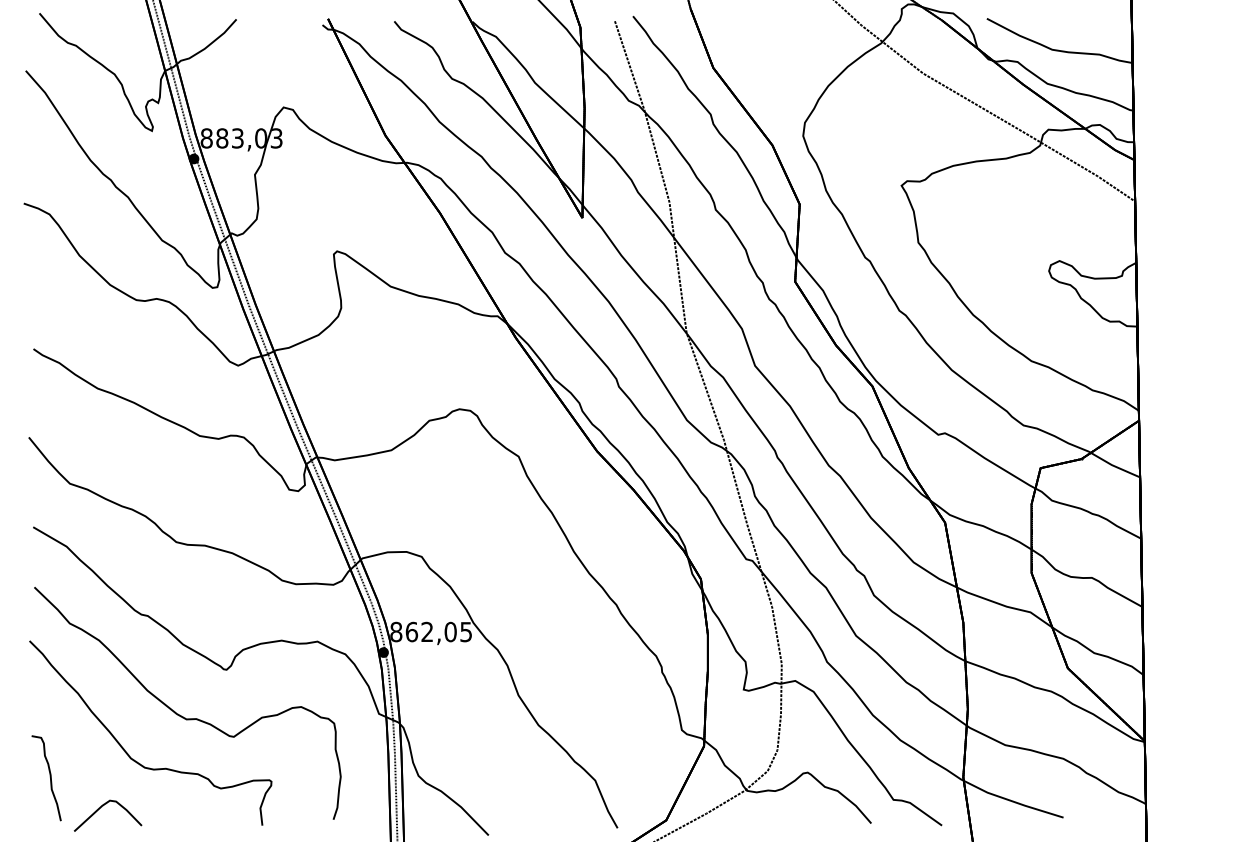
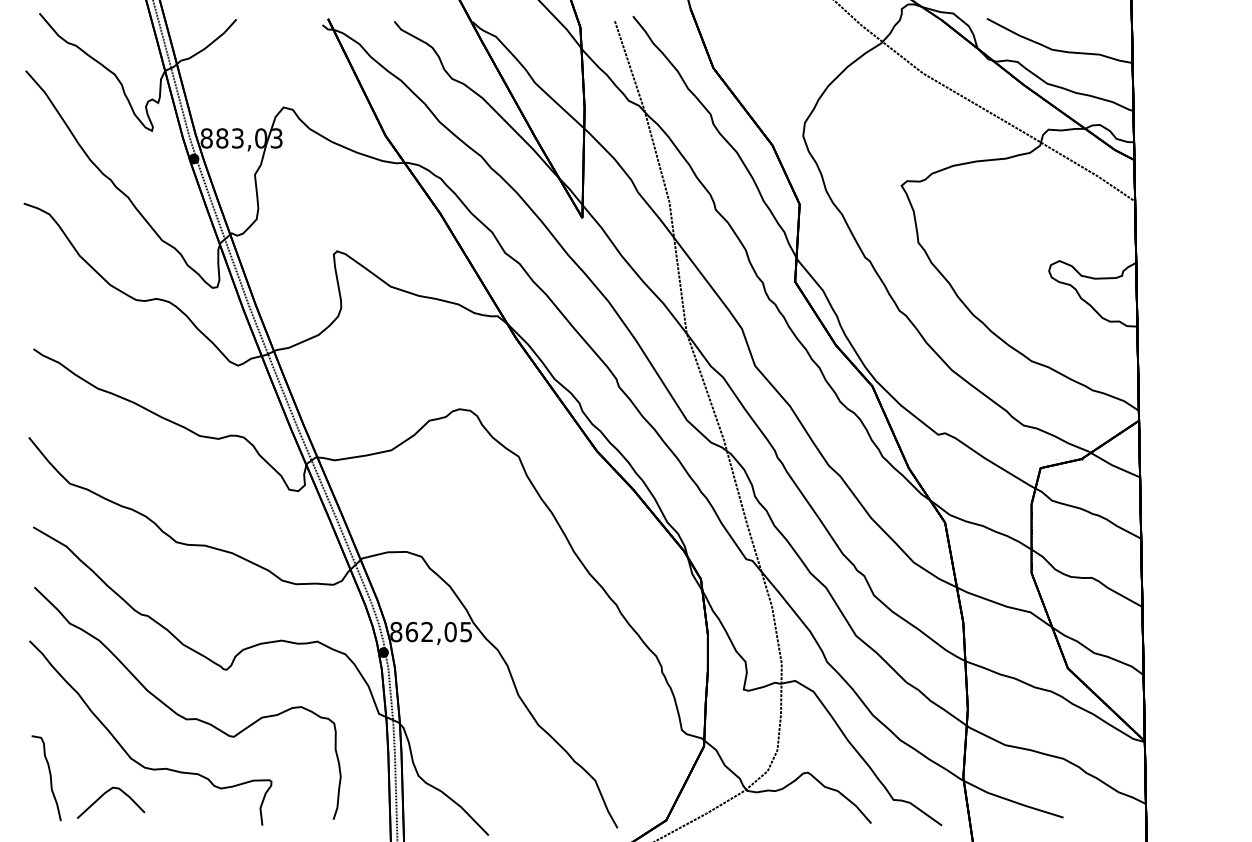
curve at (103, 806) position: (103, 806) -> (106, 793)
